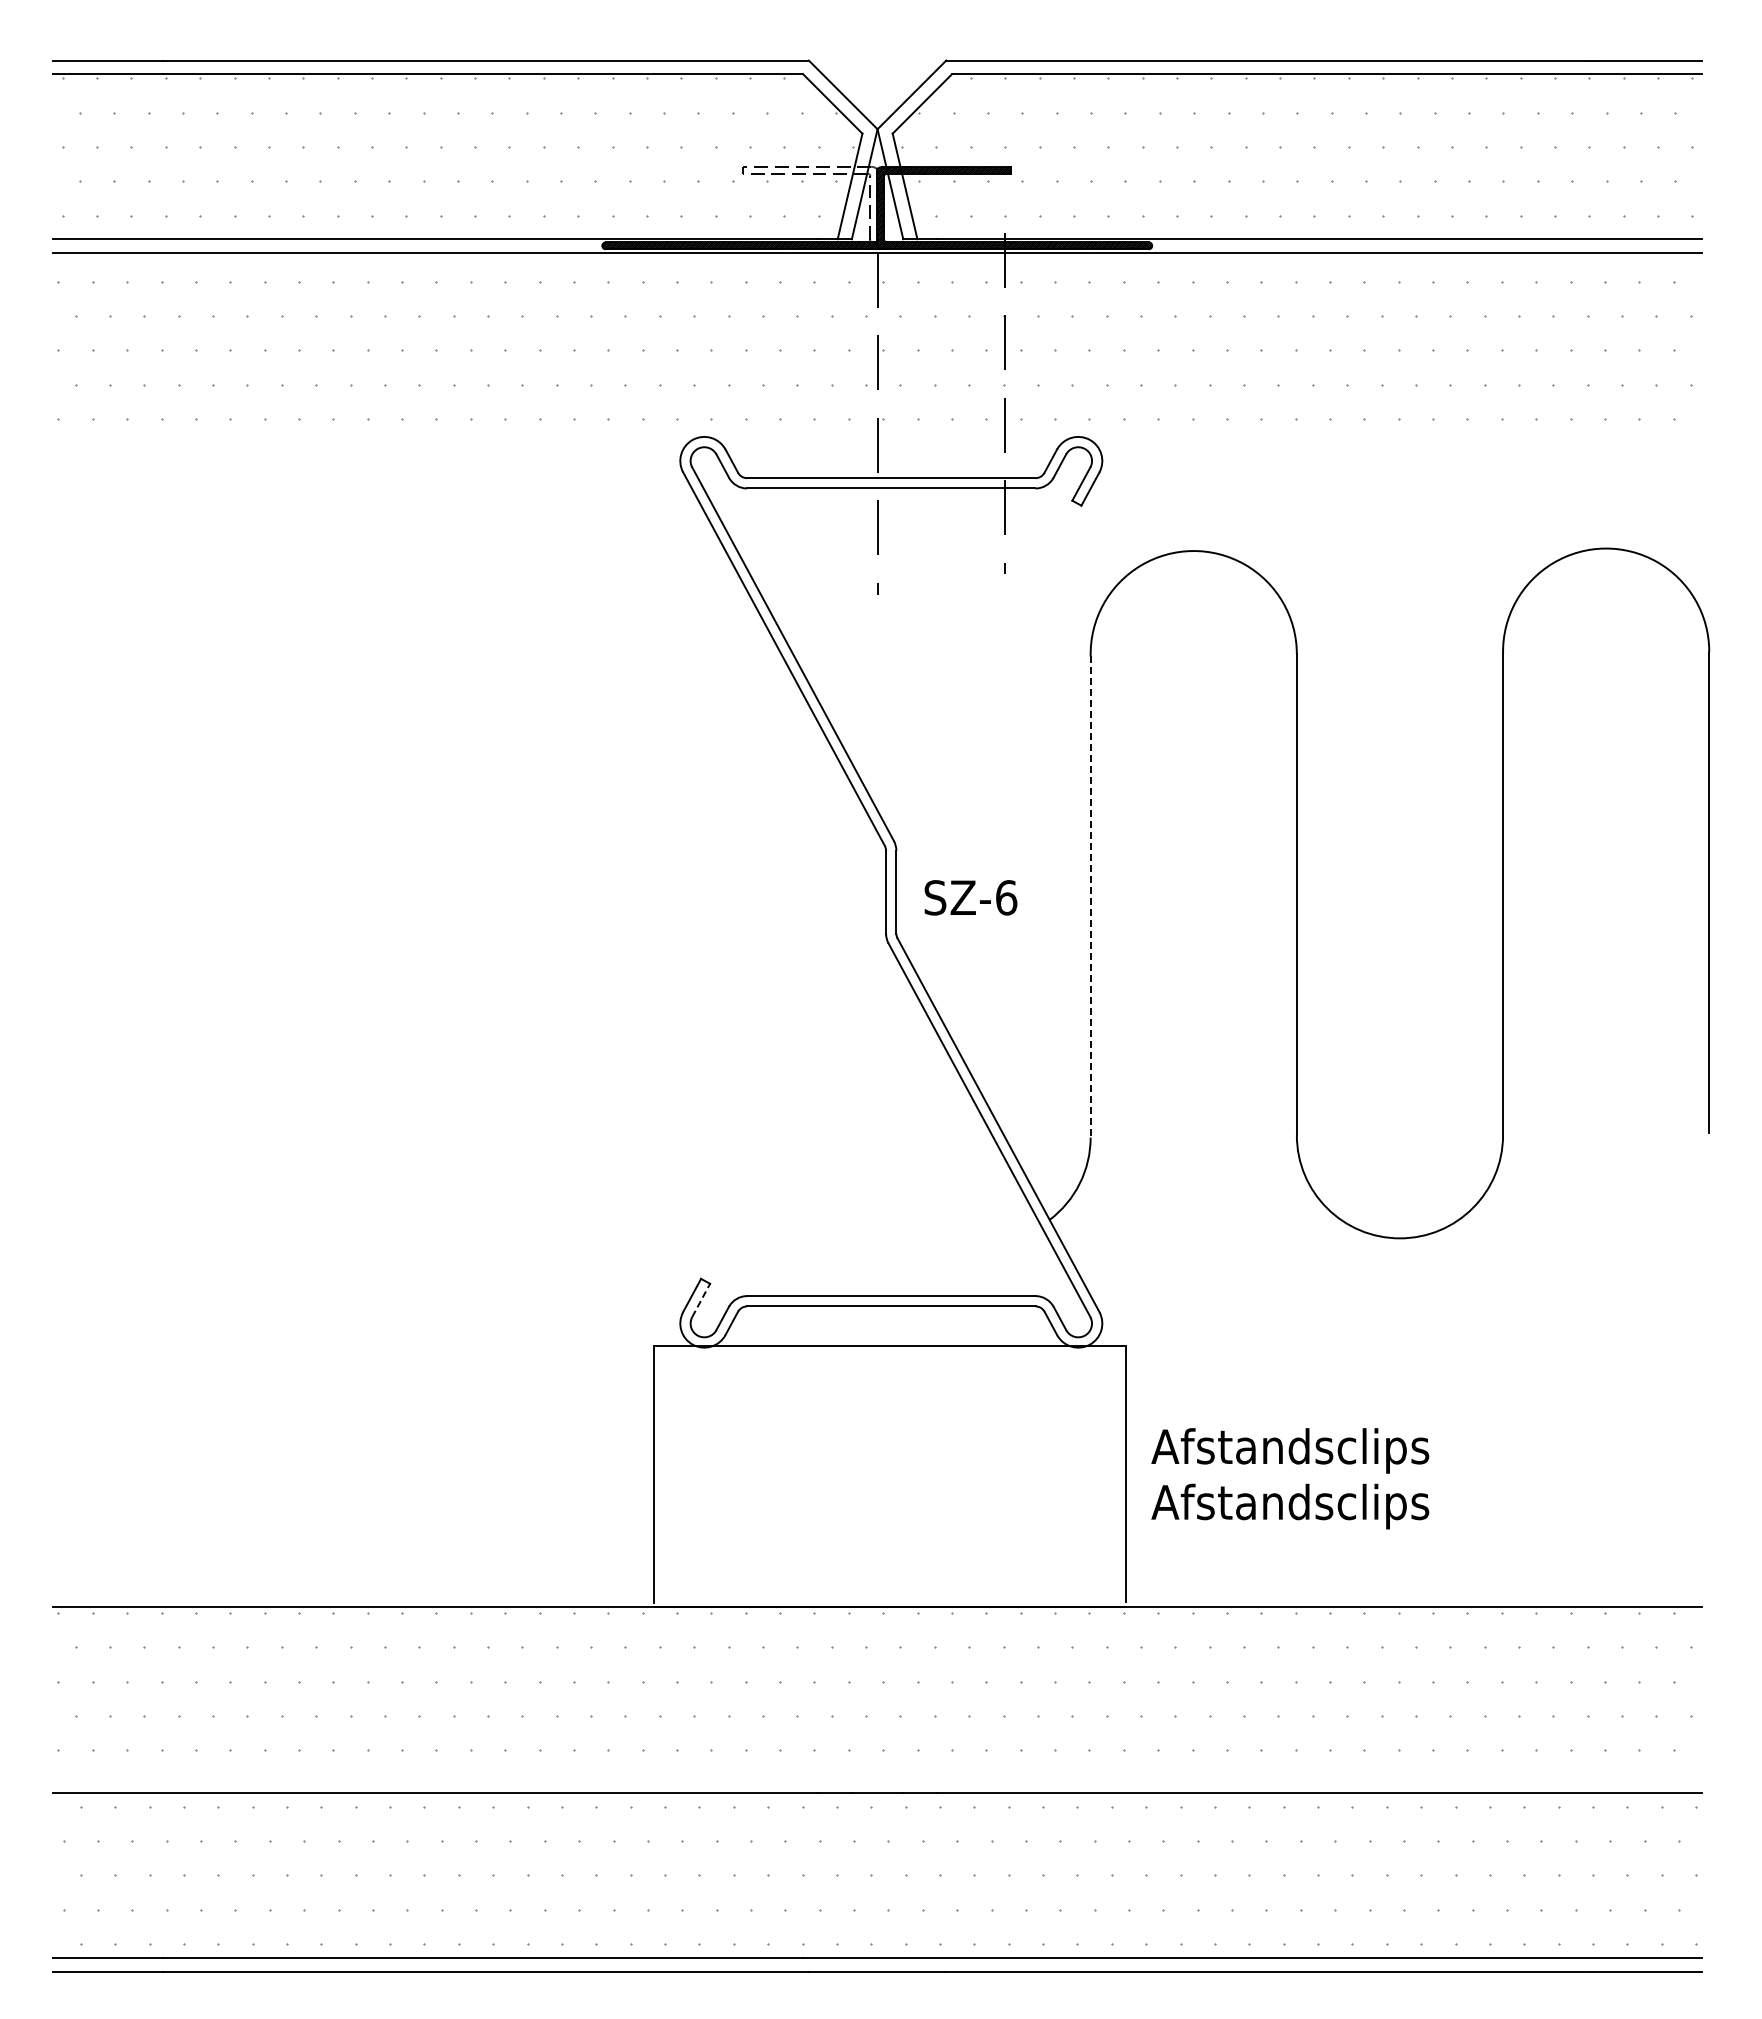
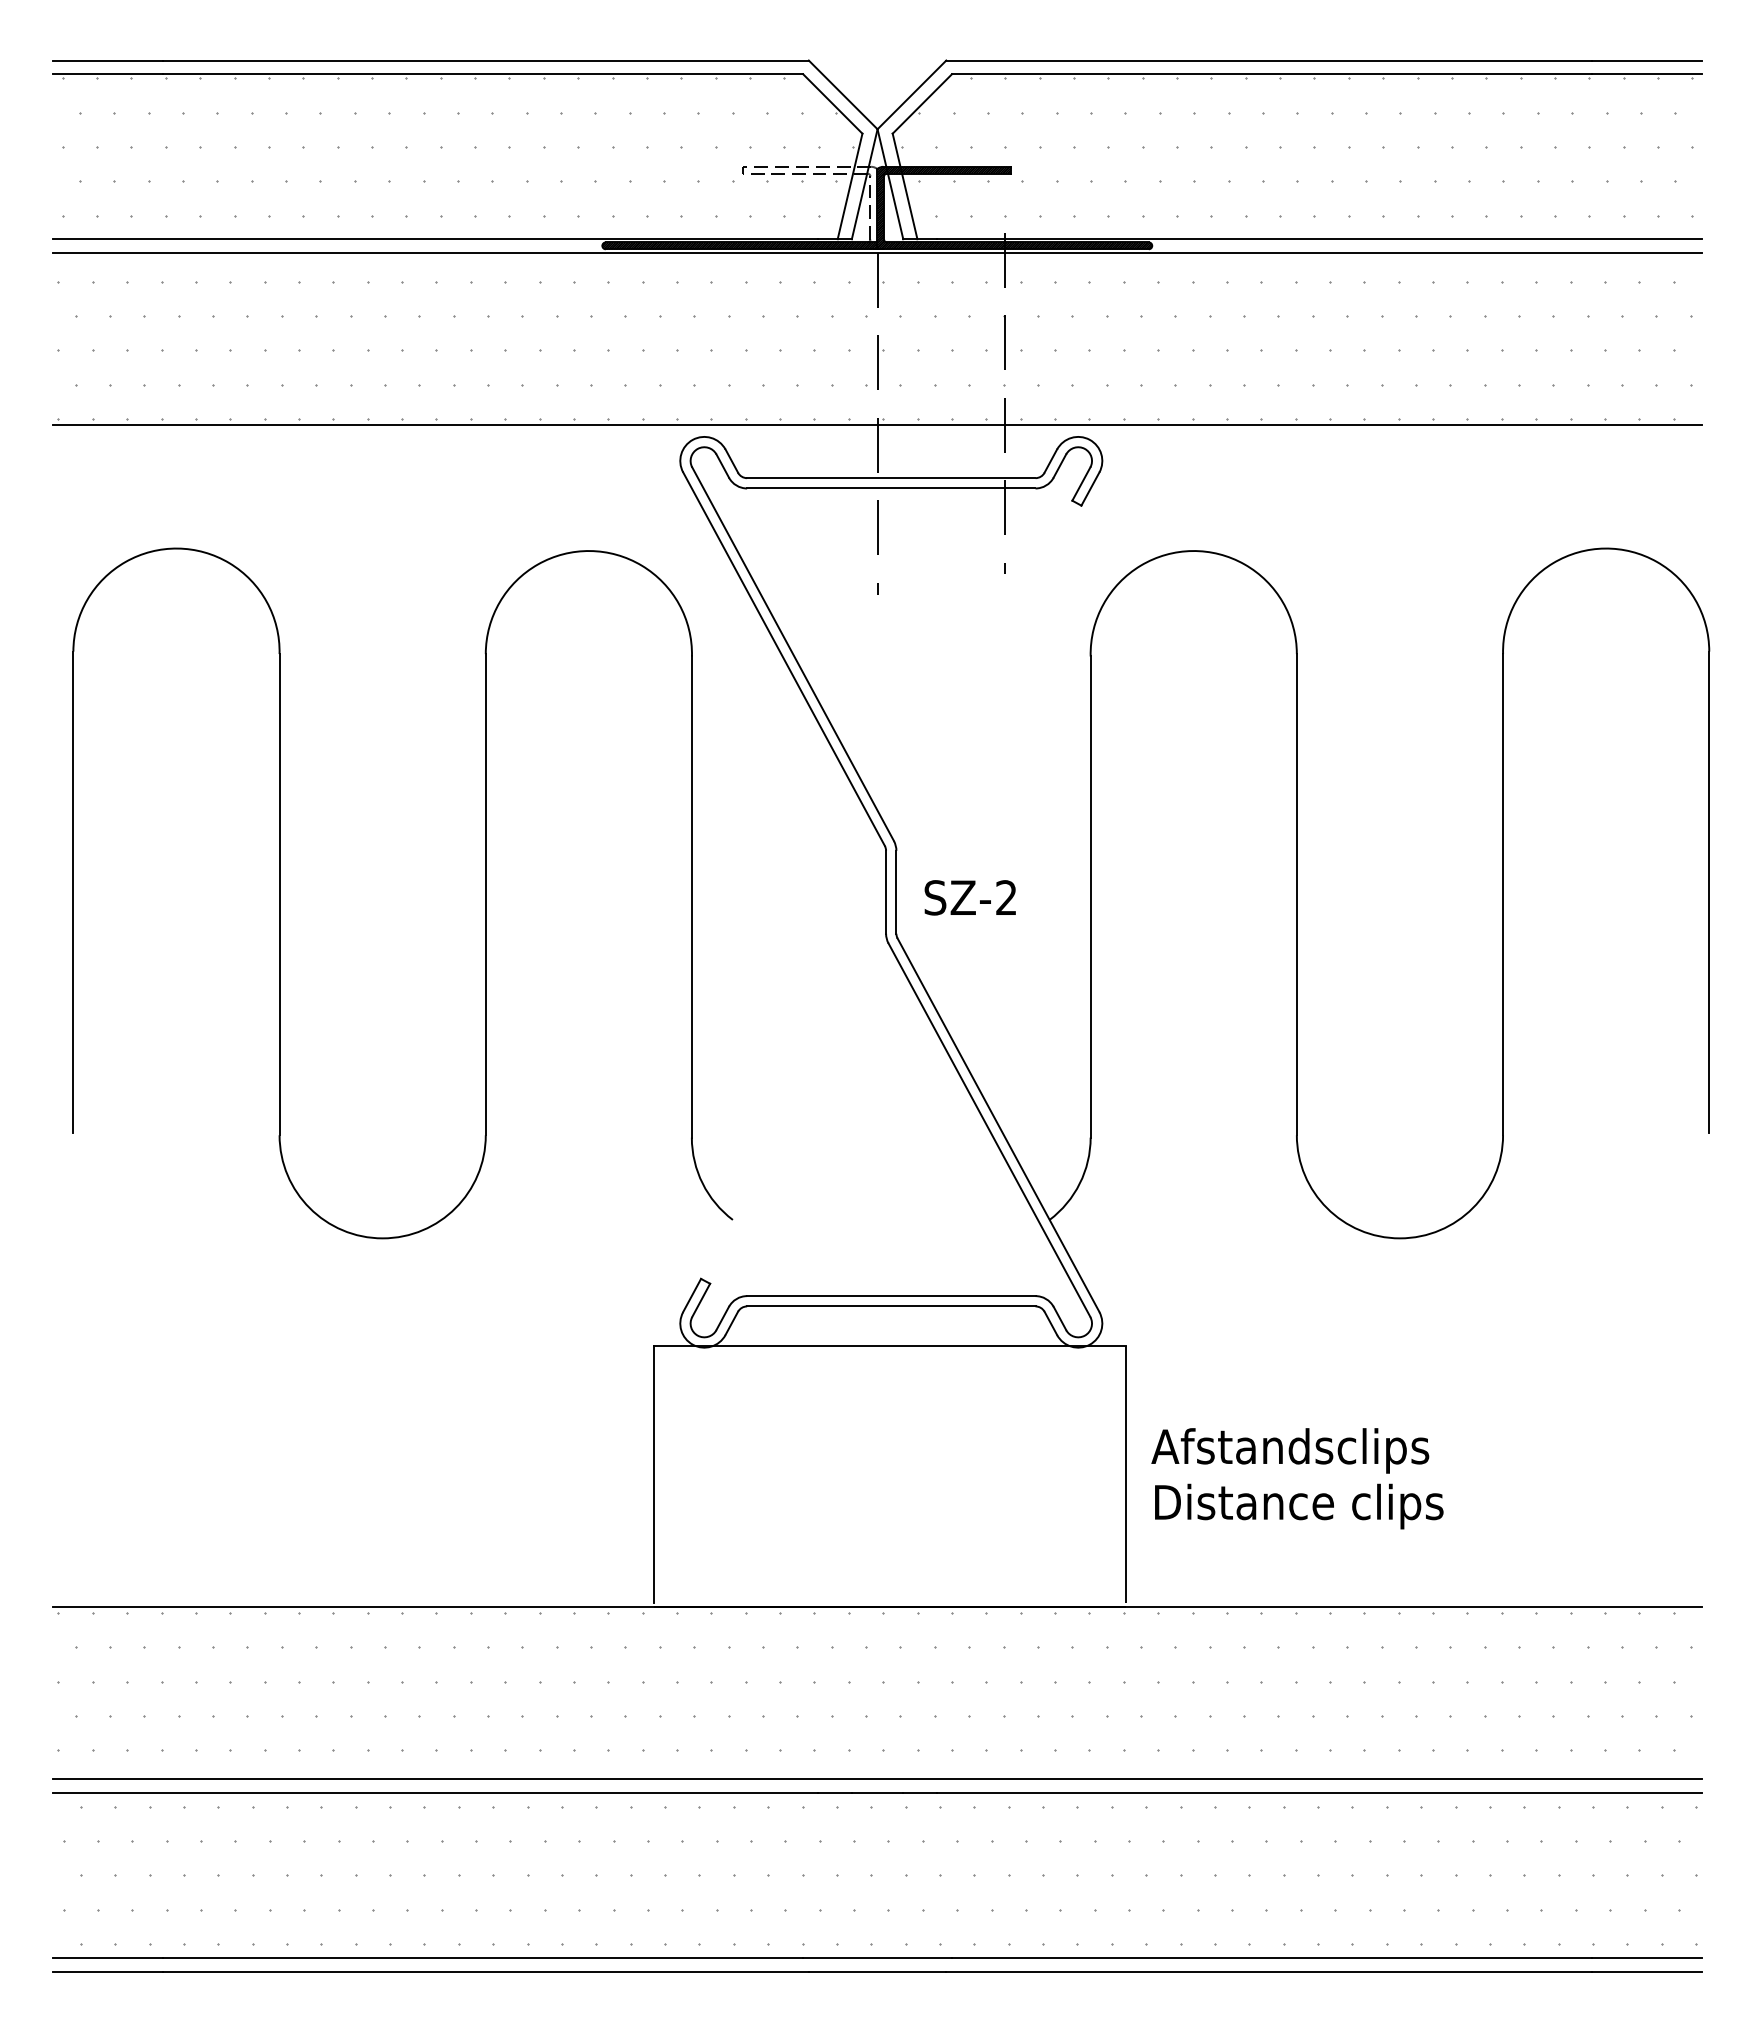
line at (877, 424): none -> present
part at (485, 893): none -> present
text at (1006, 897): SZ-6 -> SZ-2
line at (1090, 897): dashed -> solid
line at (701, 1300): dashed -> solid
text at (1297, 1506): Afstandsclips -> Distance clips
line at (877, 1779): none -> present
